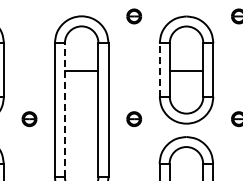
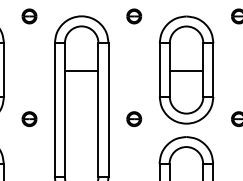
part at (29, 16): none -> present
line at (159, 70): dashed -> solid
line at (64, 109): dashed -> solid
